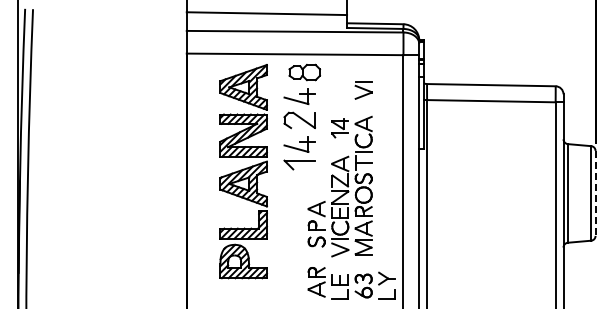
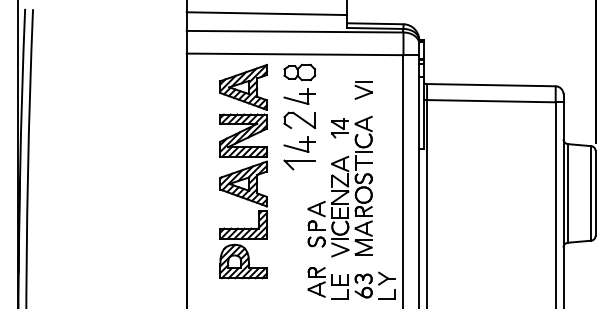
part at (304, 72) position: (304, 72) -> (299, 72)
line at (595, 193): dashed -> solid
